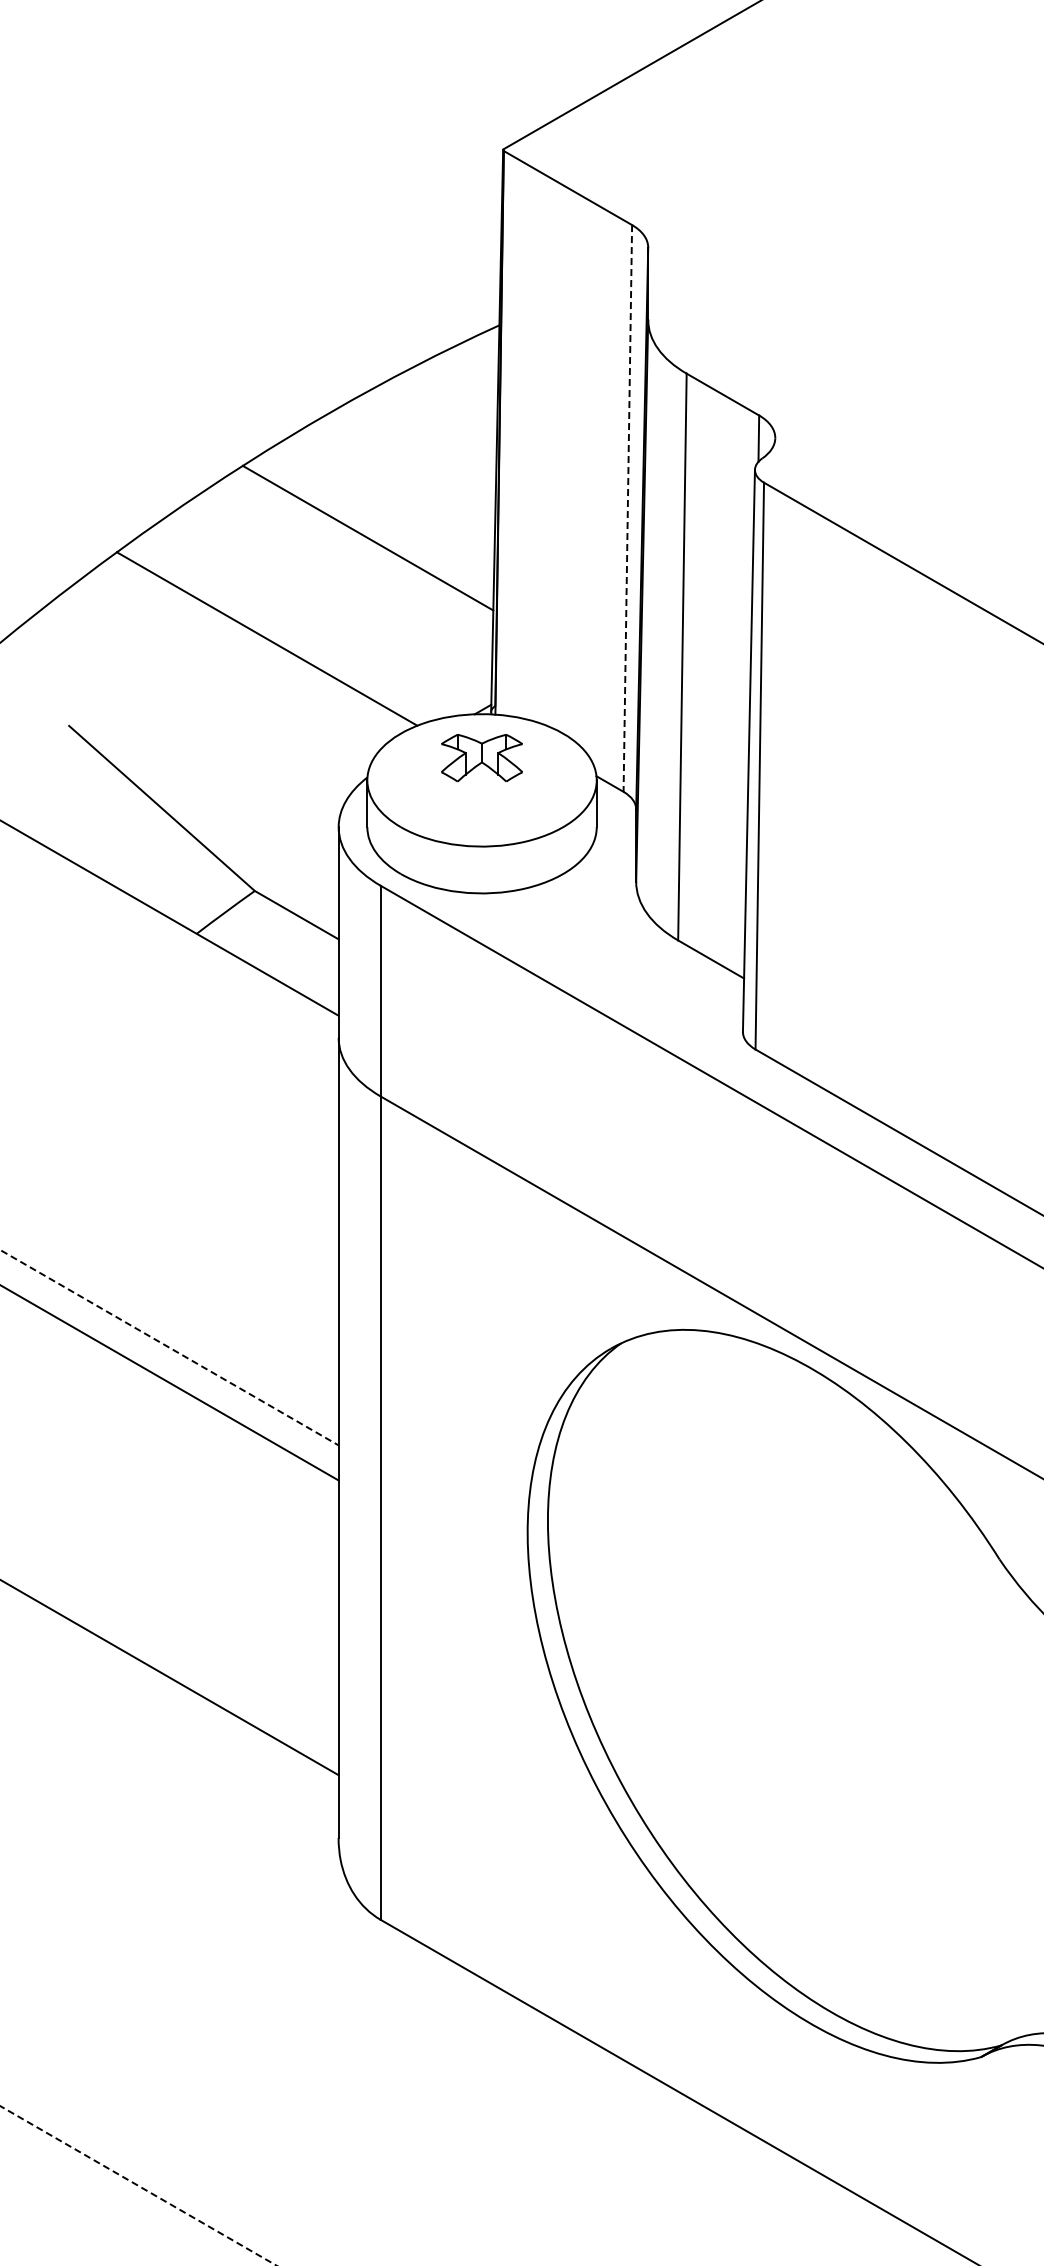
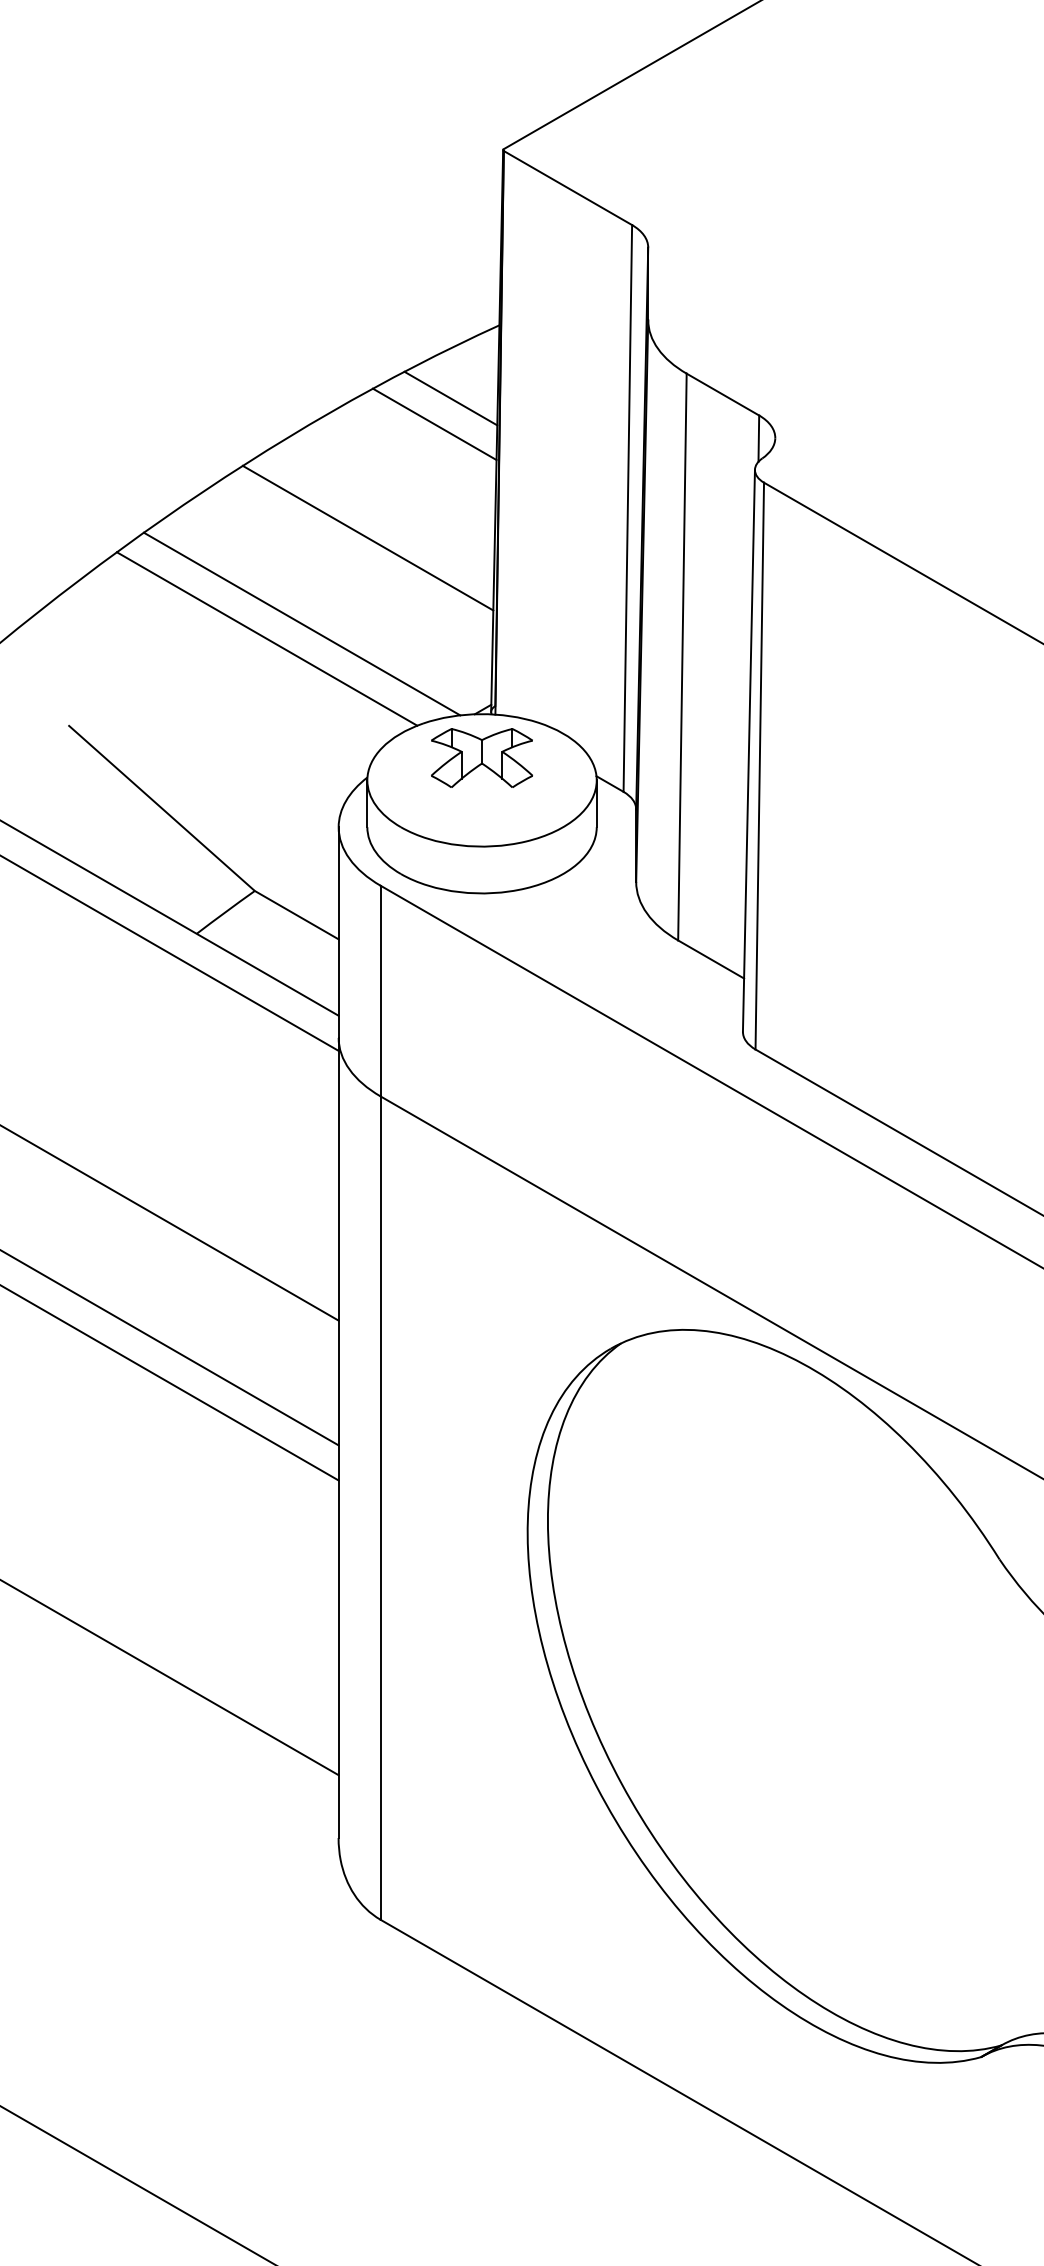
line at (450, 398): none -> present
line at (434, 424): none -> present
line at (627, 508): dashed -> solid
line at (301, 623): none -> present
part at (481, 758) size: 82x49 px -> 102x60 px
line at (170, 953): none -> present
line at (170, 1223): none -> present
line at (169, 1347): dashed -> solid
line at (138, 2185): dashed -> solid
